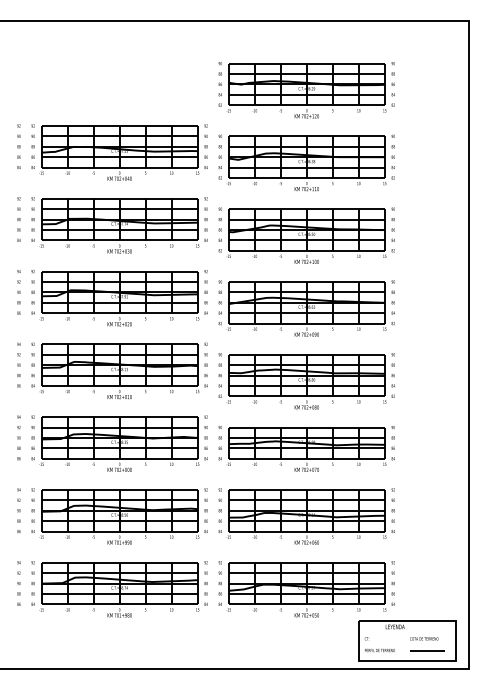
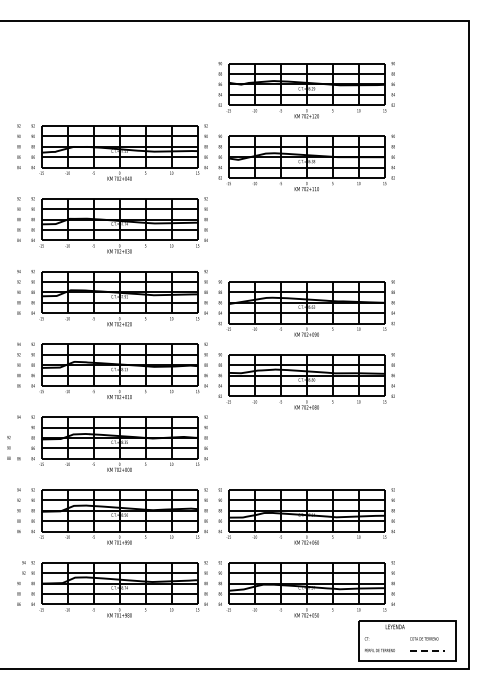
part at (306, 235): present -> none
text at (18, 437) position: (18, 437) -> (8, 447)
part at (306, 448): present -> none
text at (18, 567) position: (18, 567) -> (23, 567)
line at (427, 651): solid -> dashed
